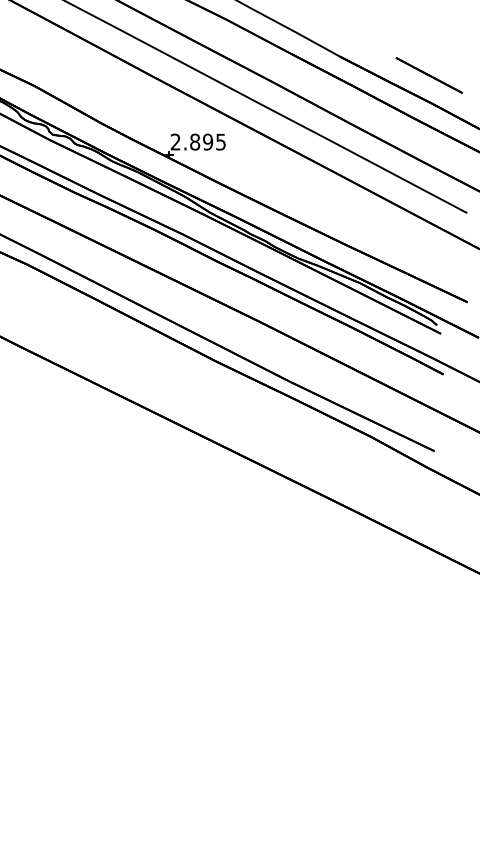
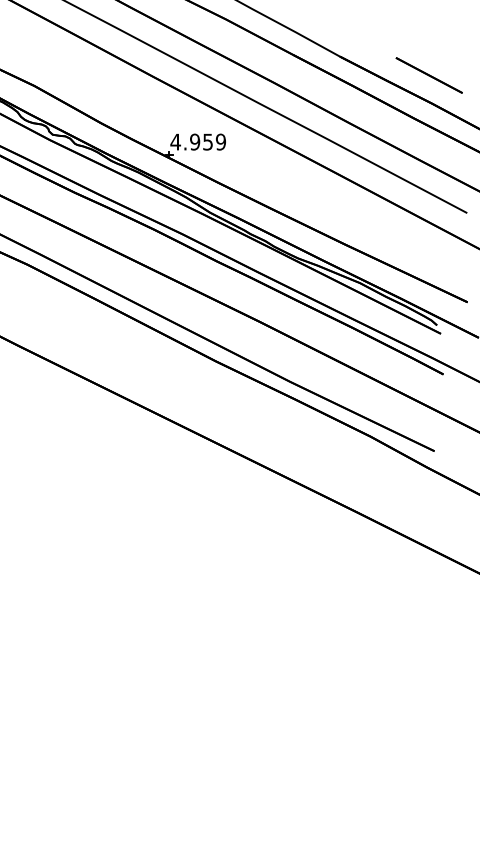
text at (197, 141): 2.895 -> 4.959
